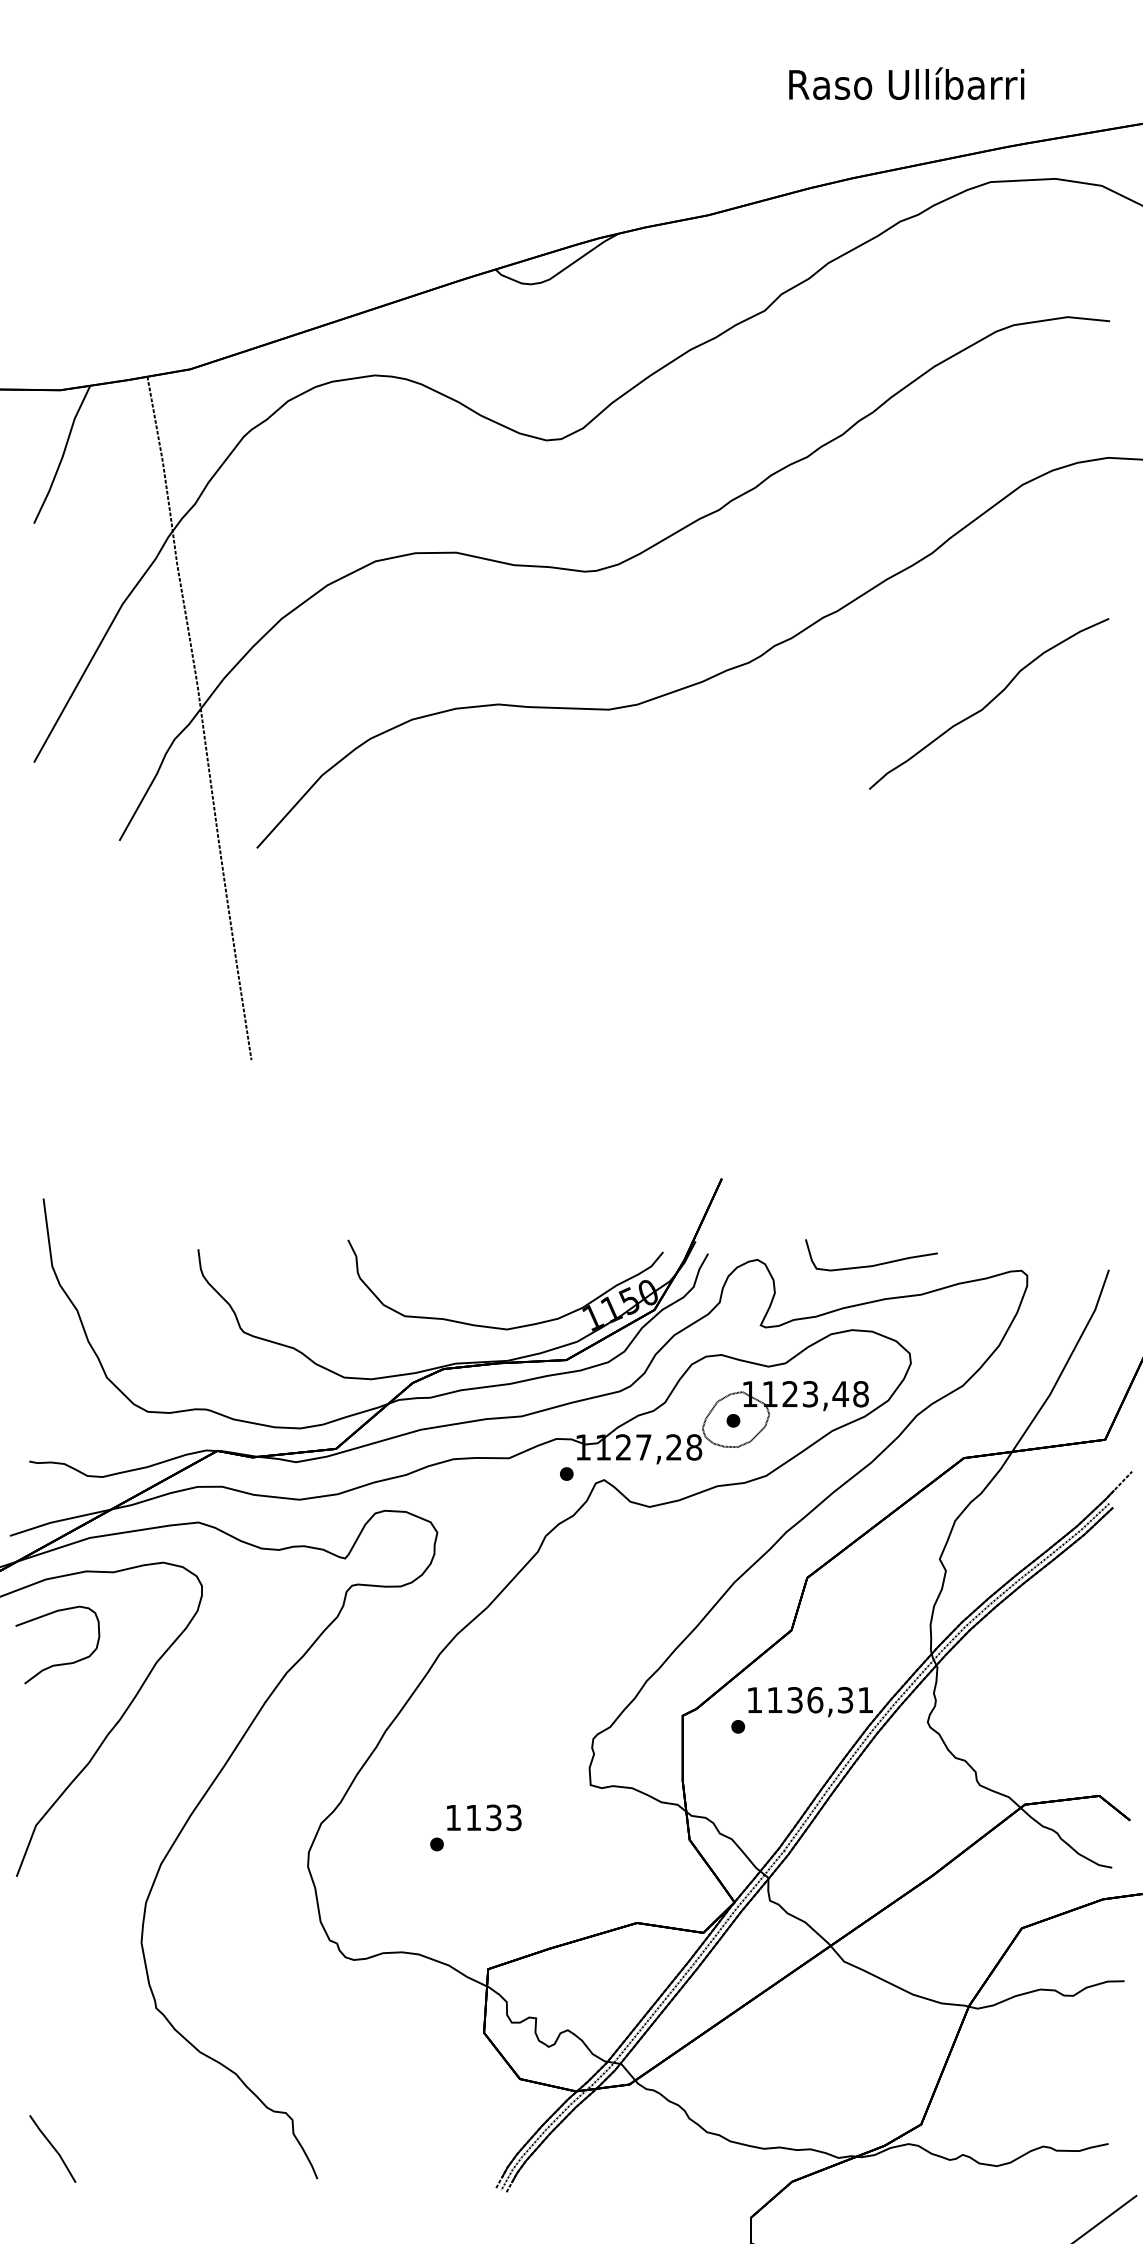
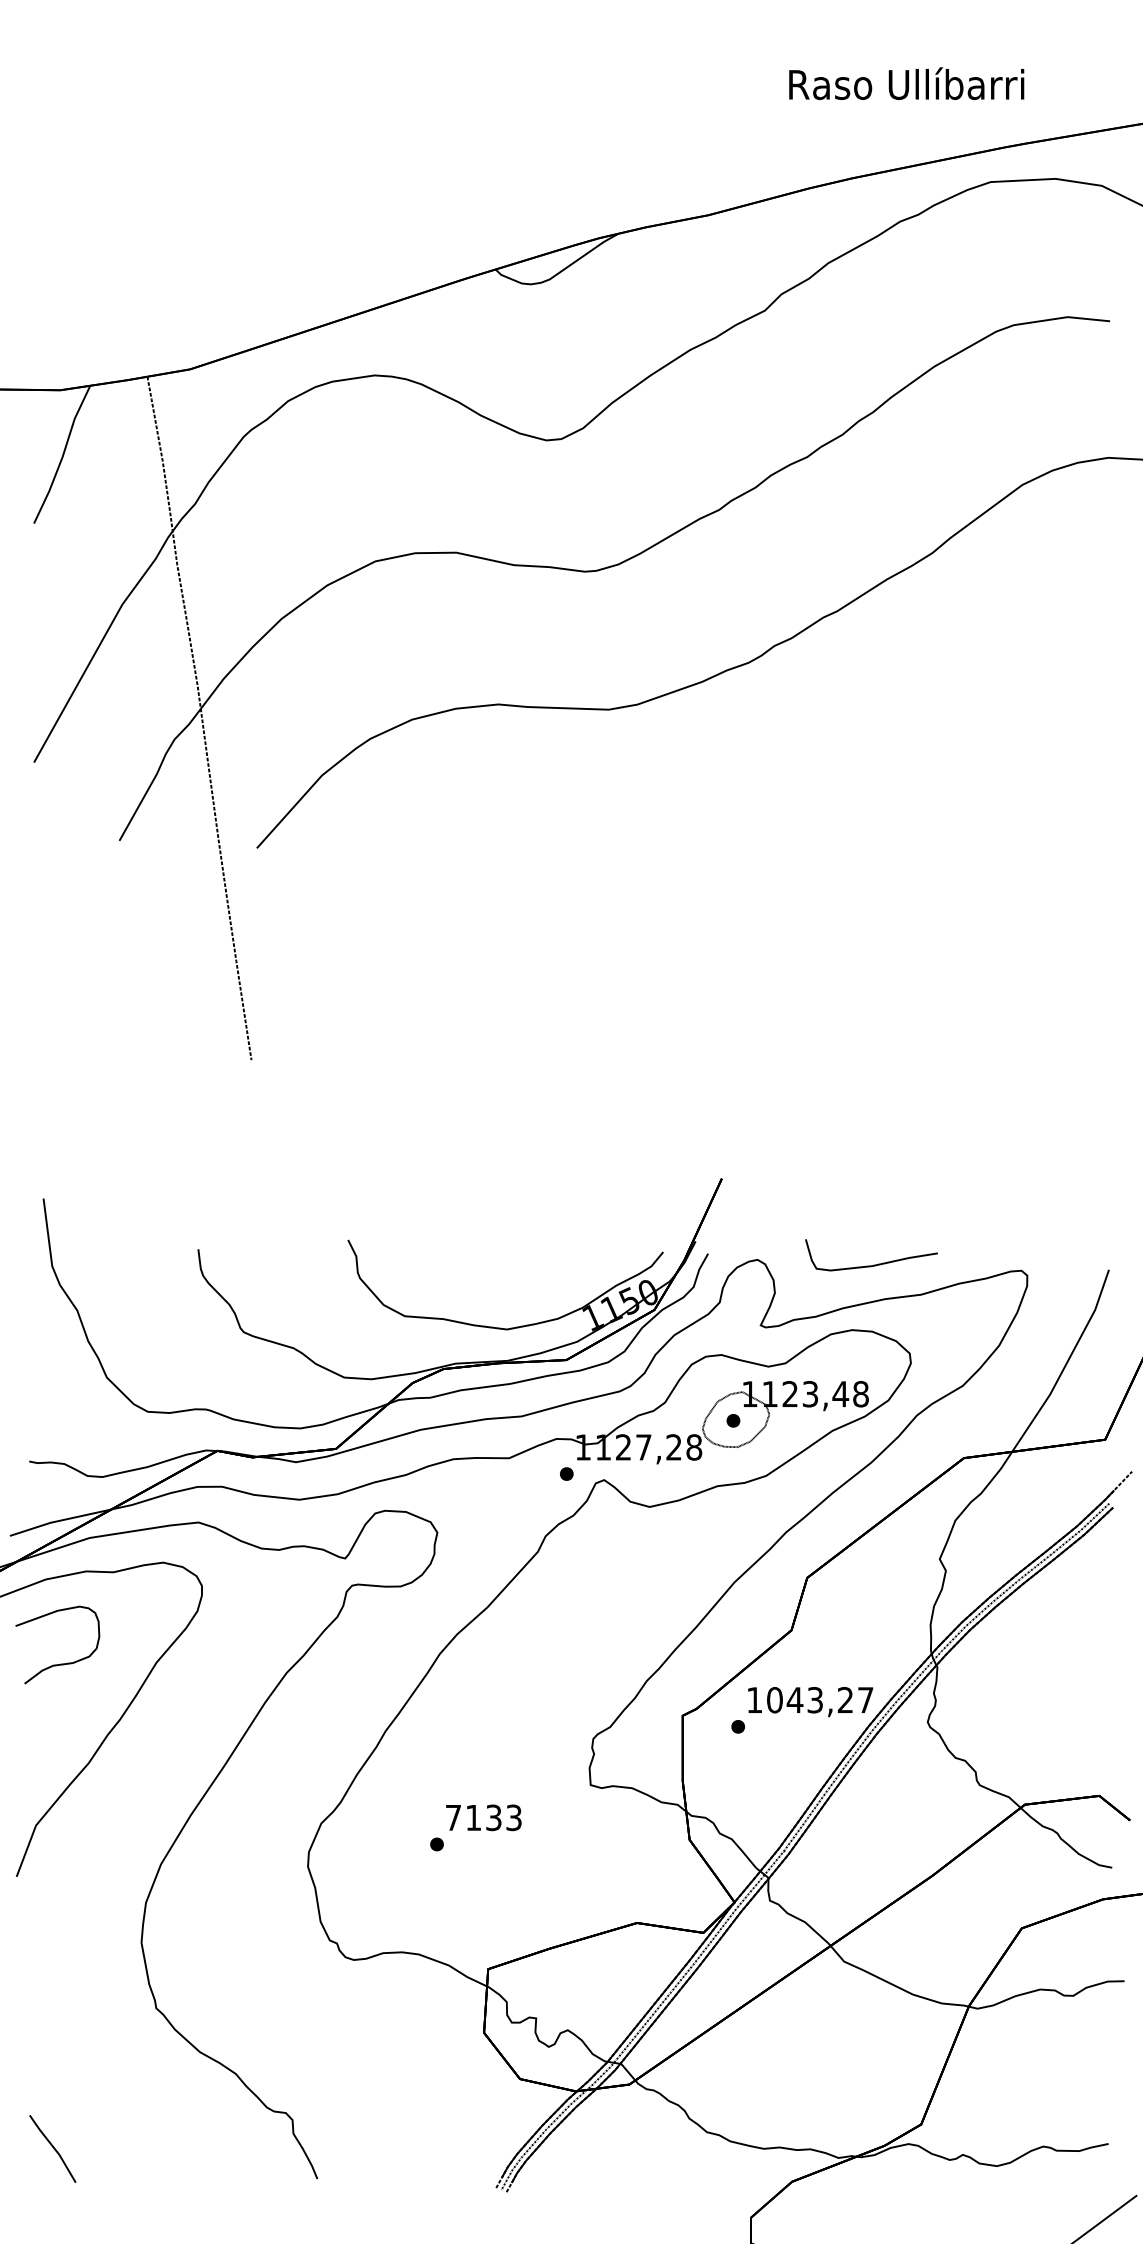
part at (989, 703): present -> none
text at (820, 1700): 1136,31 -> 1043,27
text at (453, 1817): 1133 -> 7133
